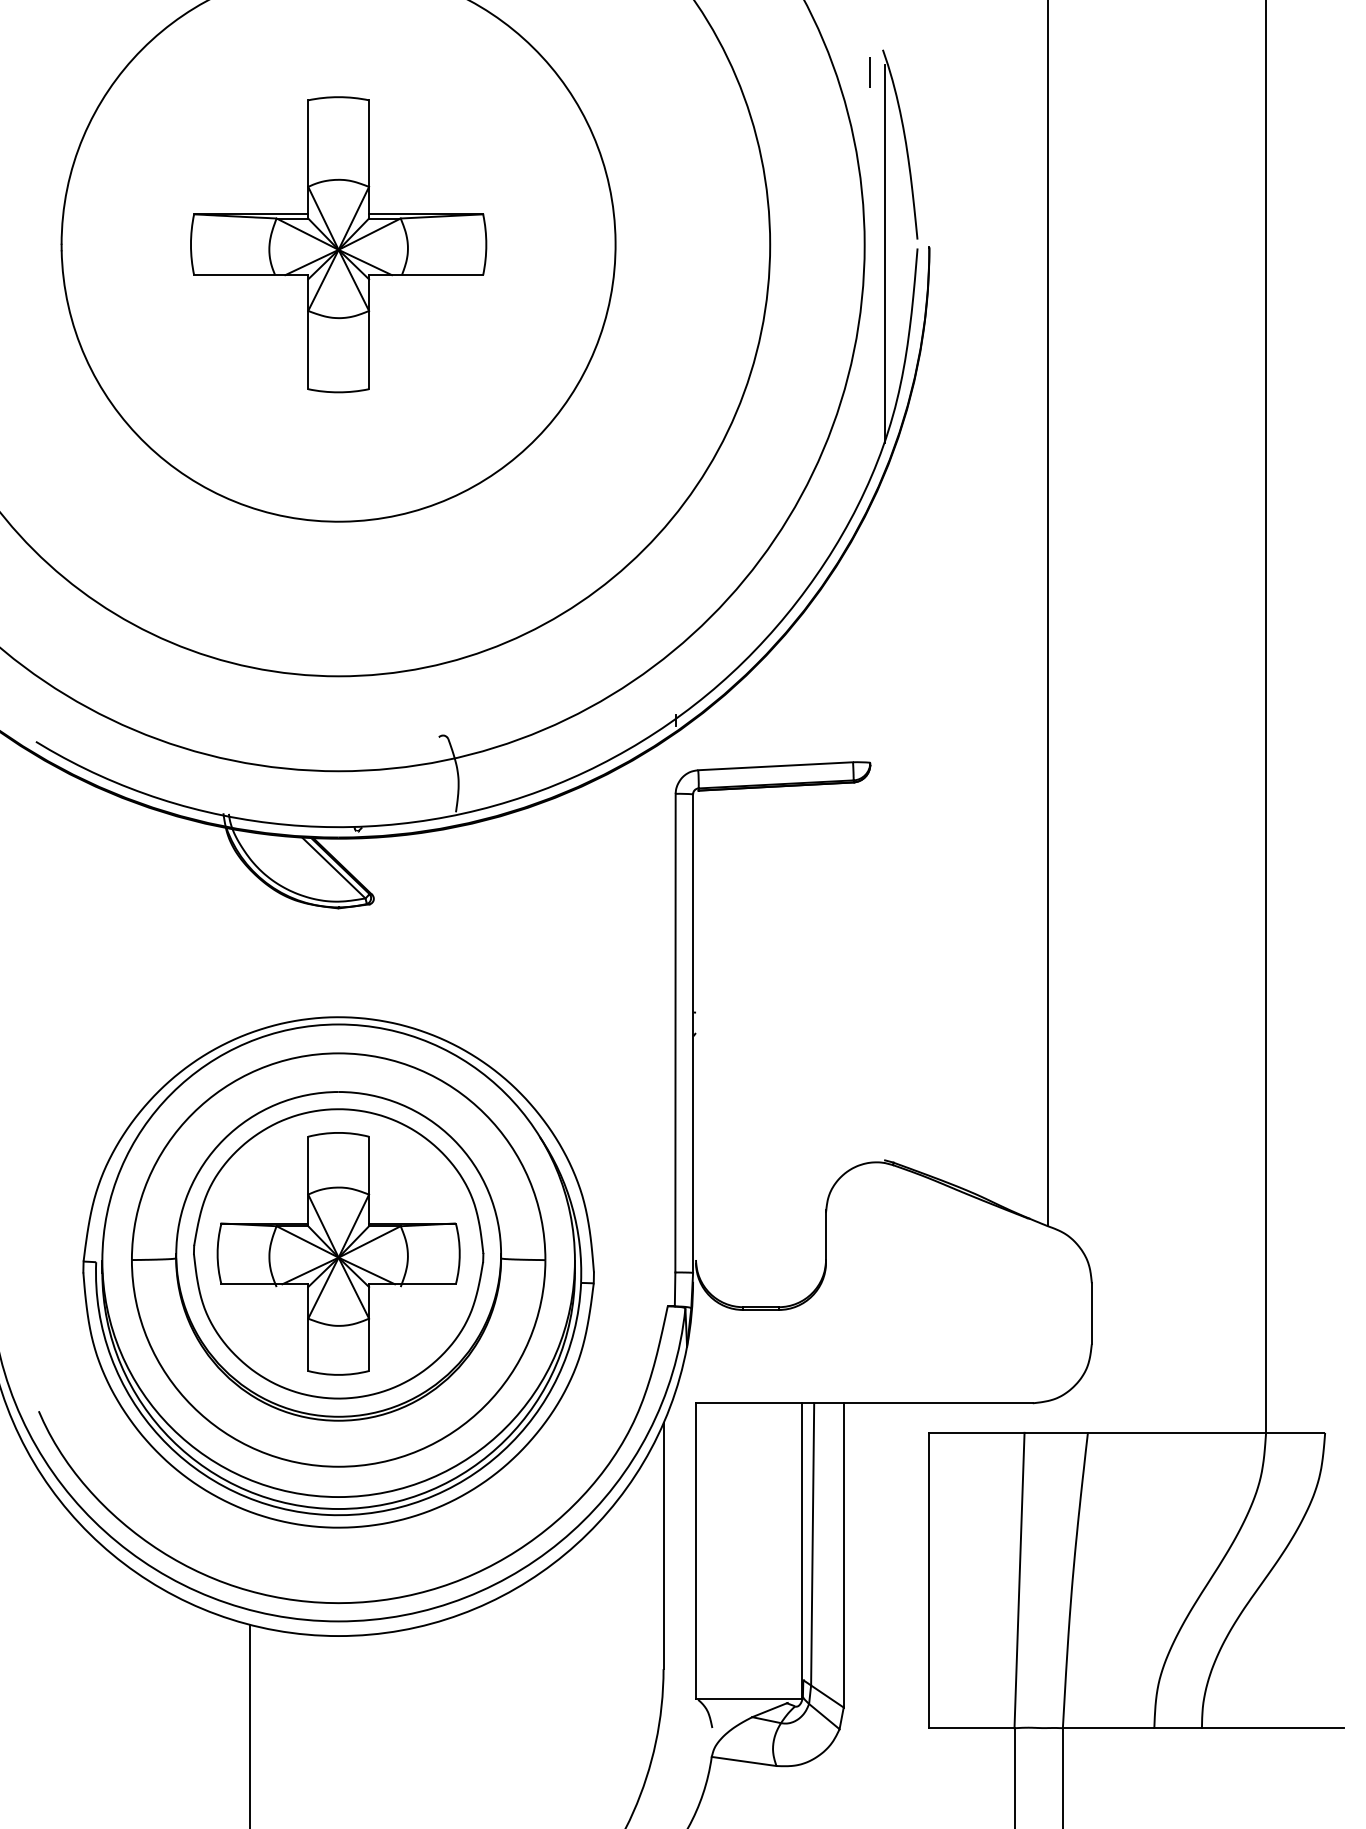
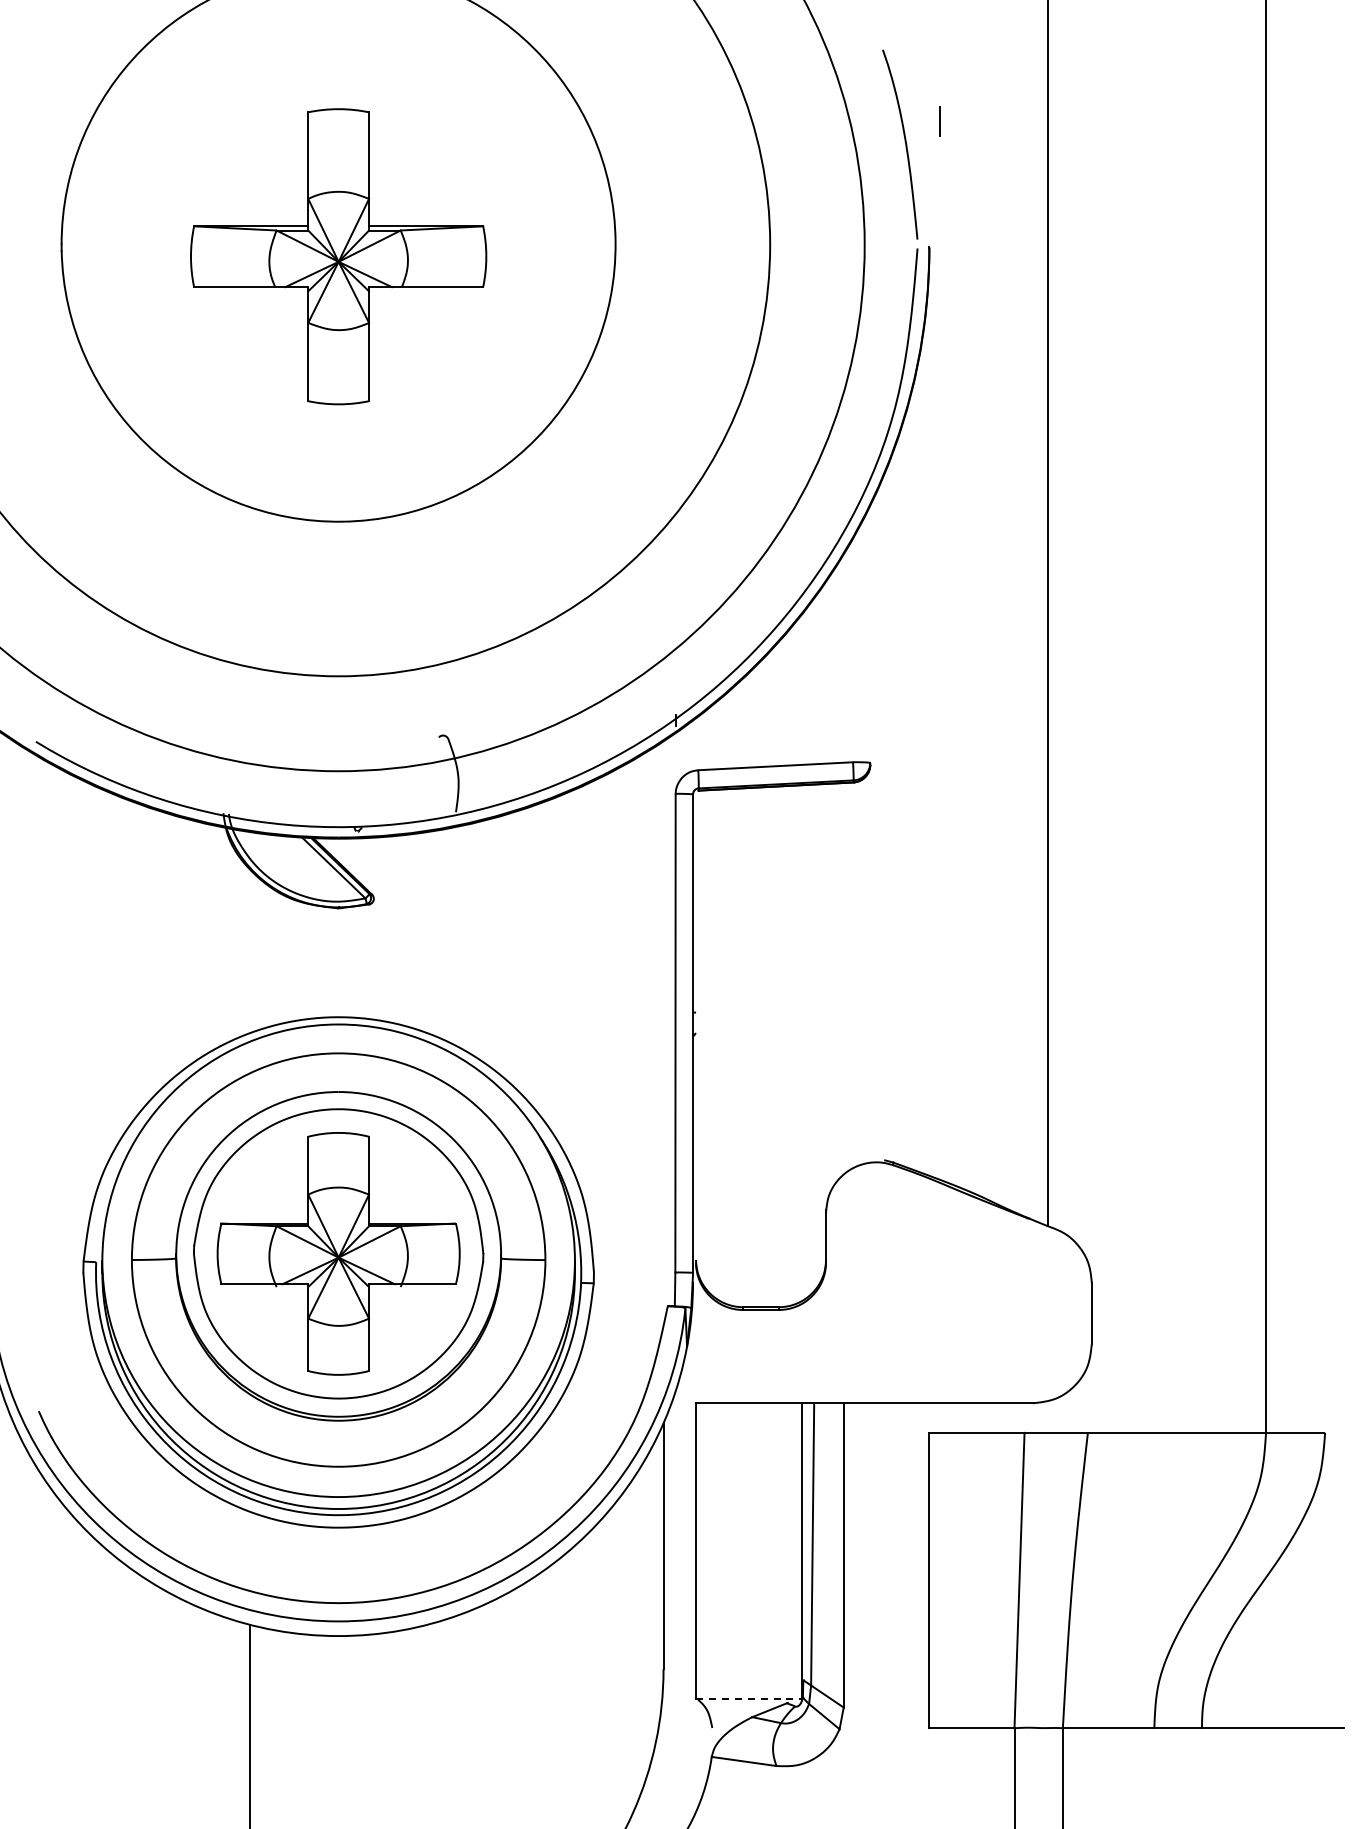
line at (869, 72) position: (869, 72) -> (939, 121)
part at (338, 244) position: (338, 244) -> (338, 256)
line at (885, 253): present -> none
line at (749, 1698): solid -> dashed
